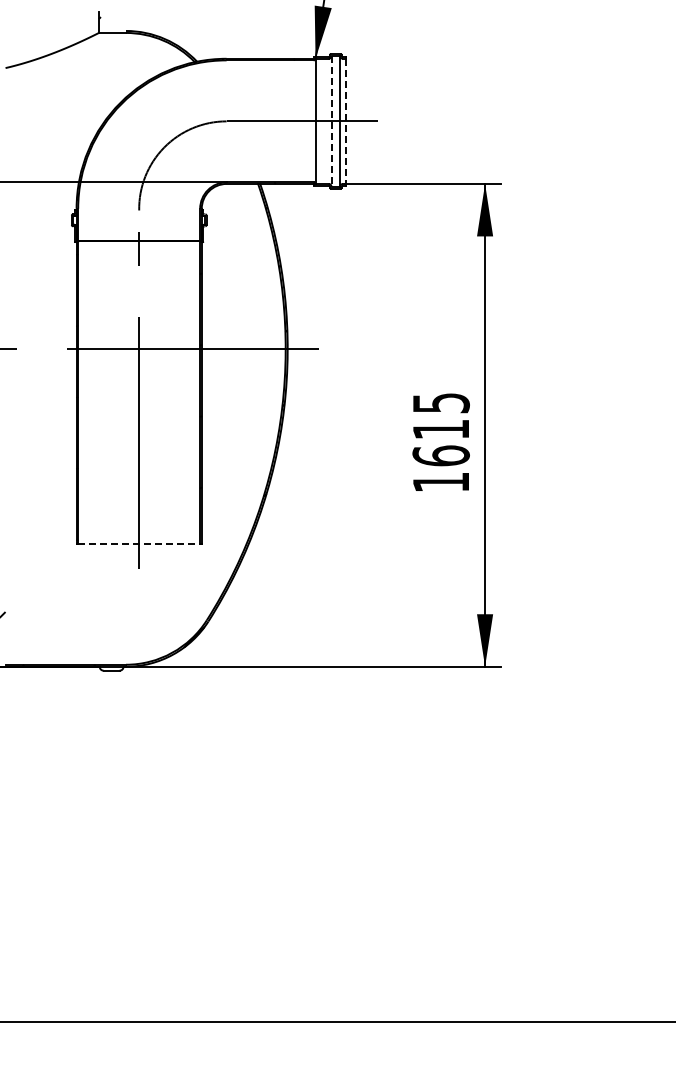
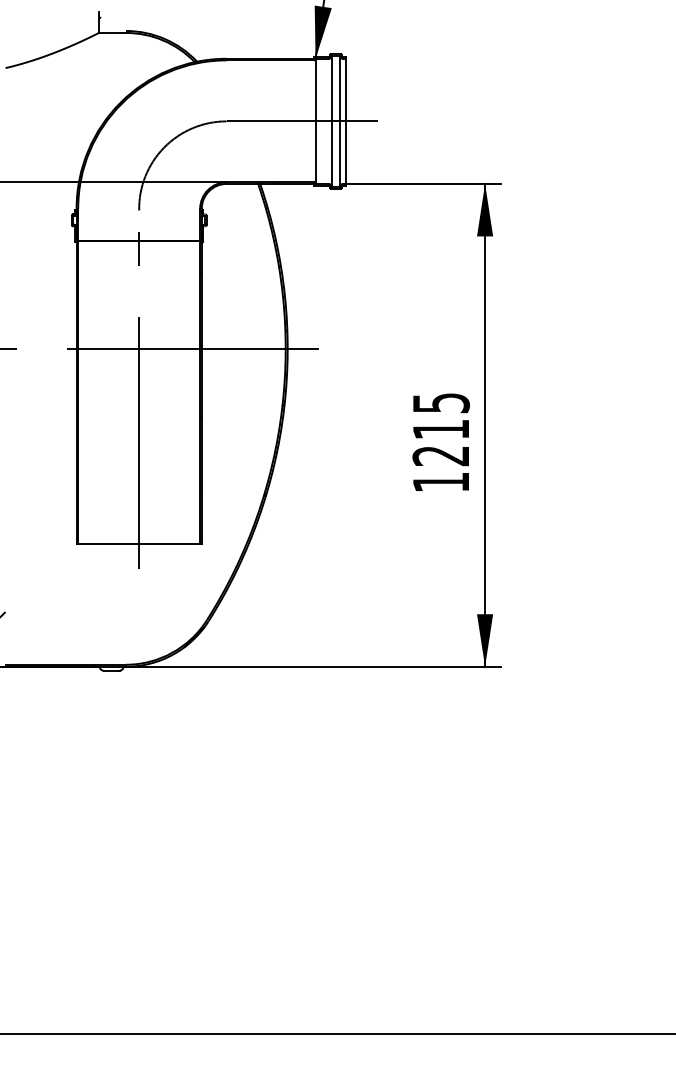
line at (331, 121): dashed -> solid
line at (345, 121): dashed -> solid
text at (440, 455): 1615 -> 1215
line at (139, 544): dashed -> solid
line at (337, 1022) position: (337, 1022) -> (337, 1034)
